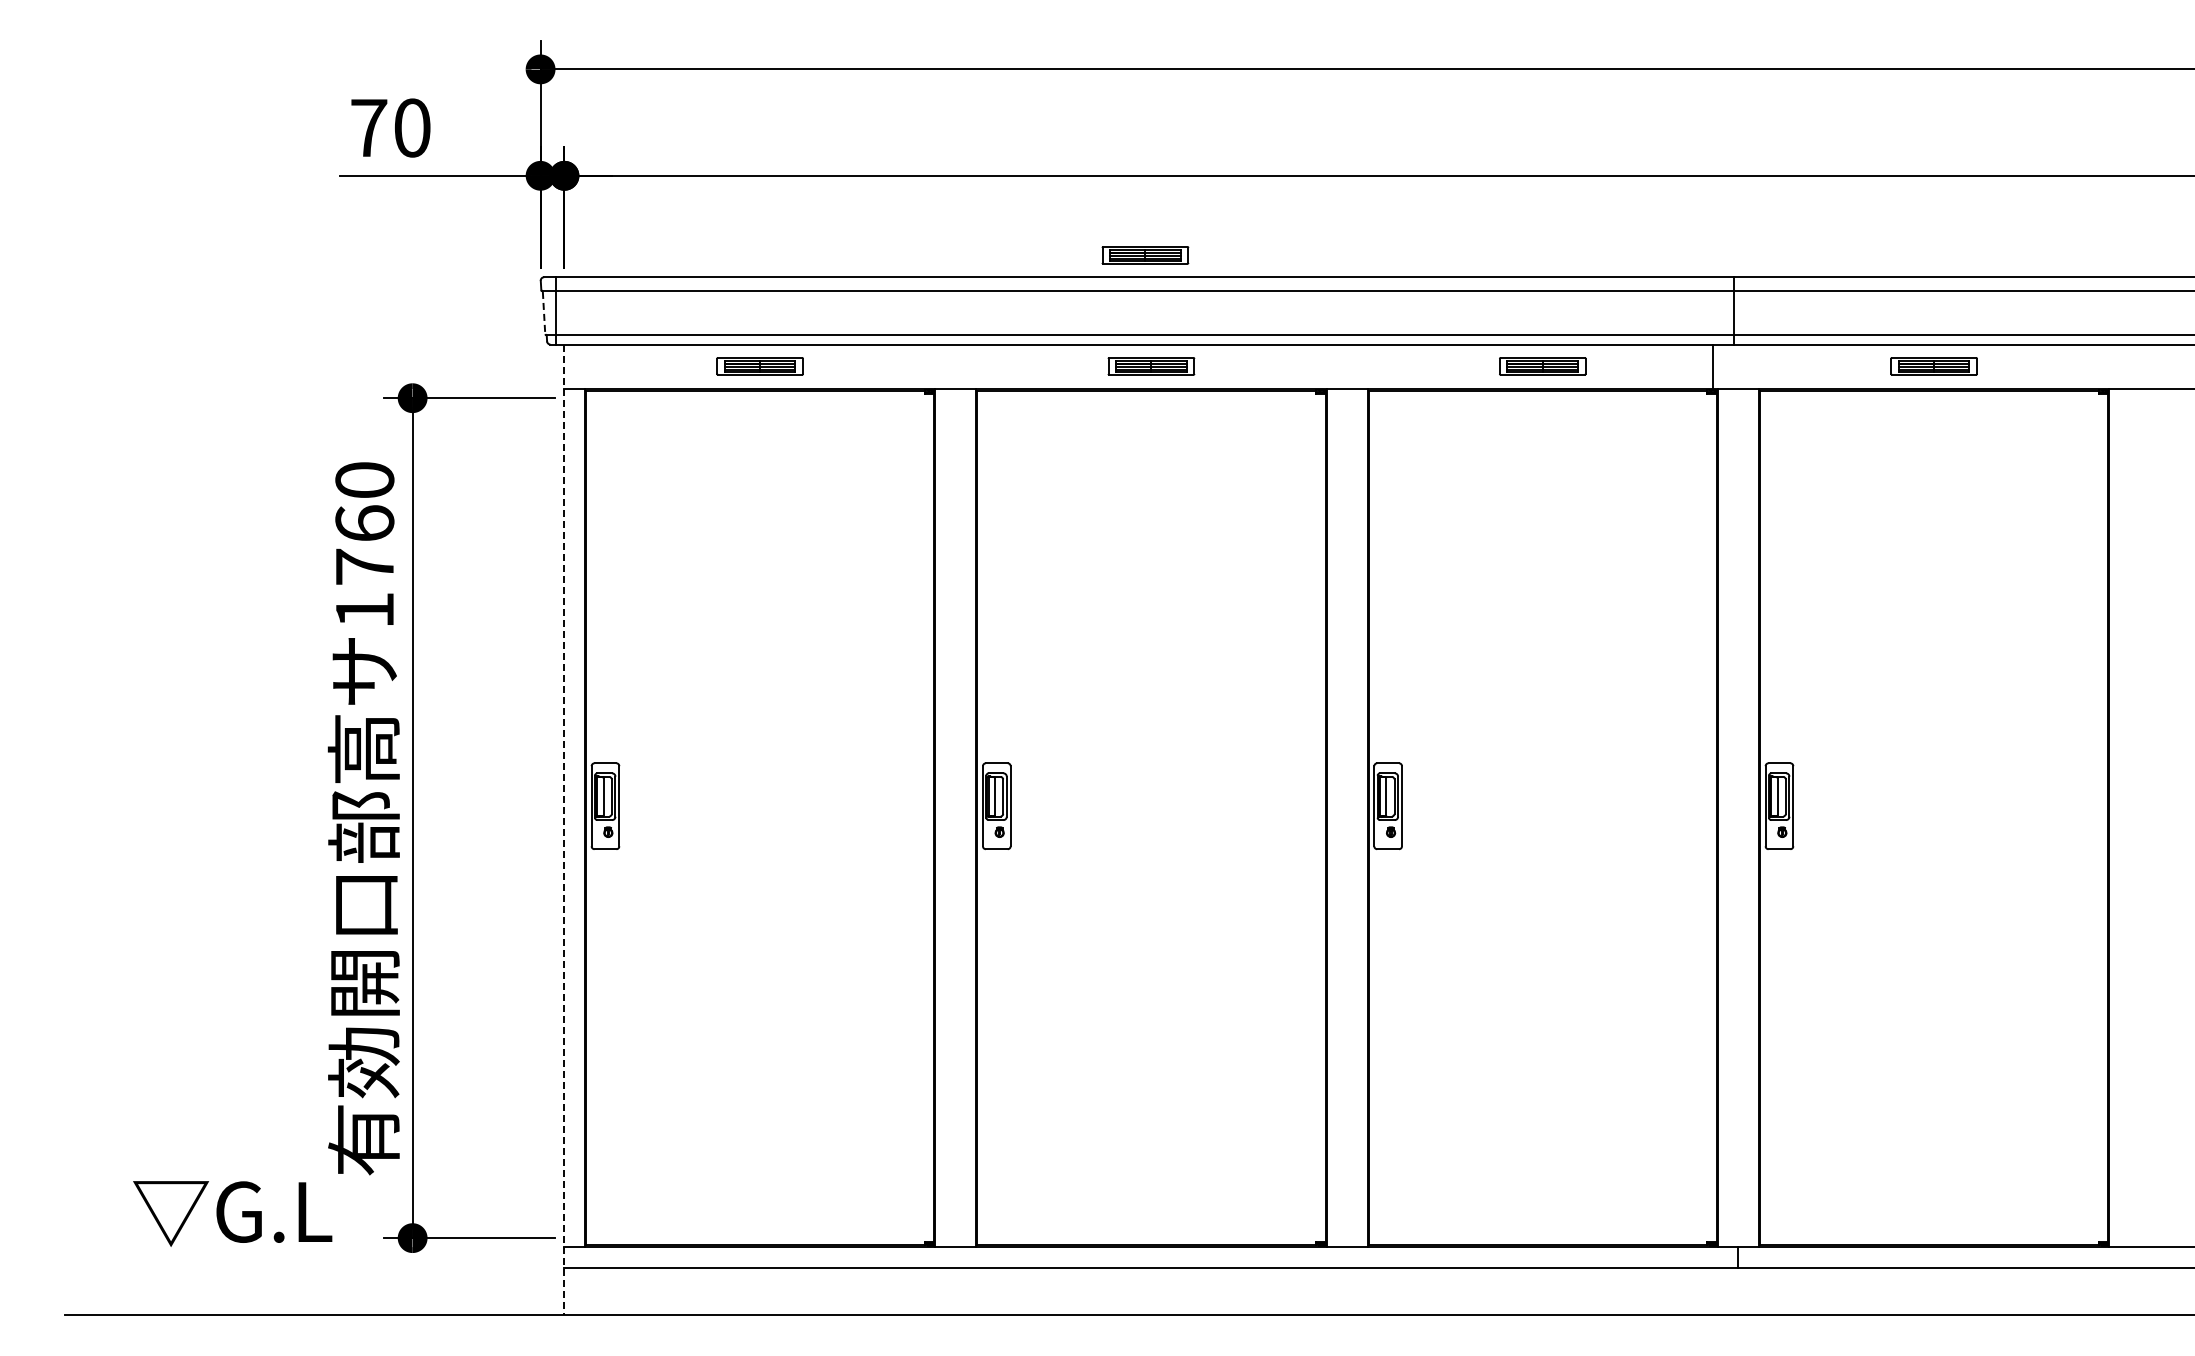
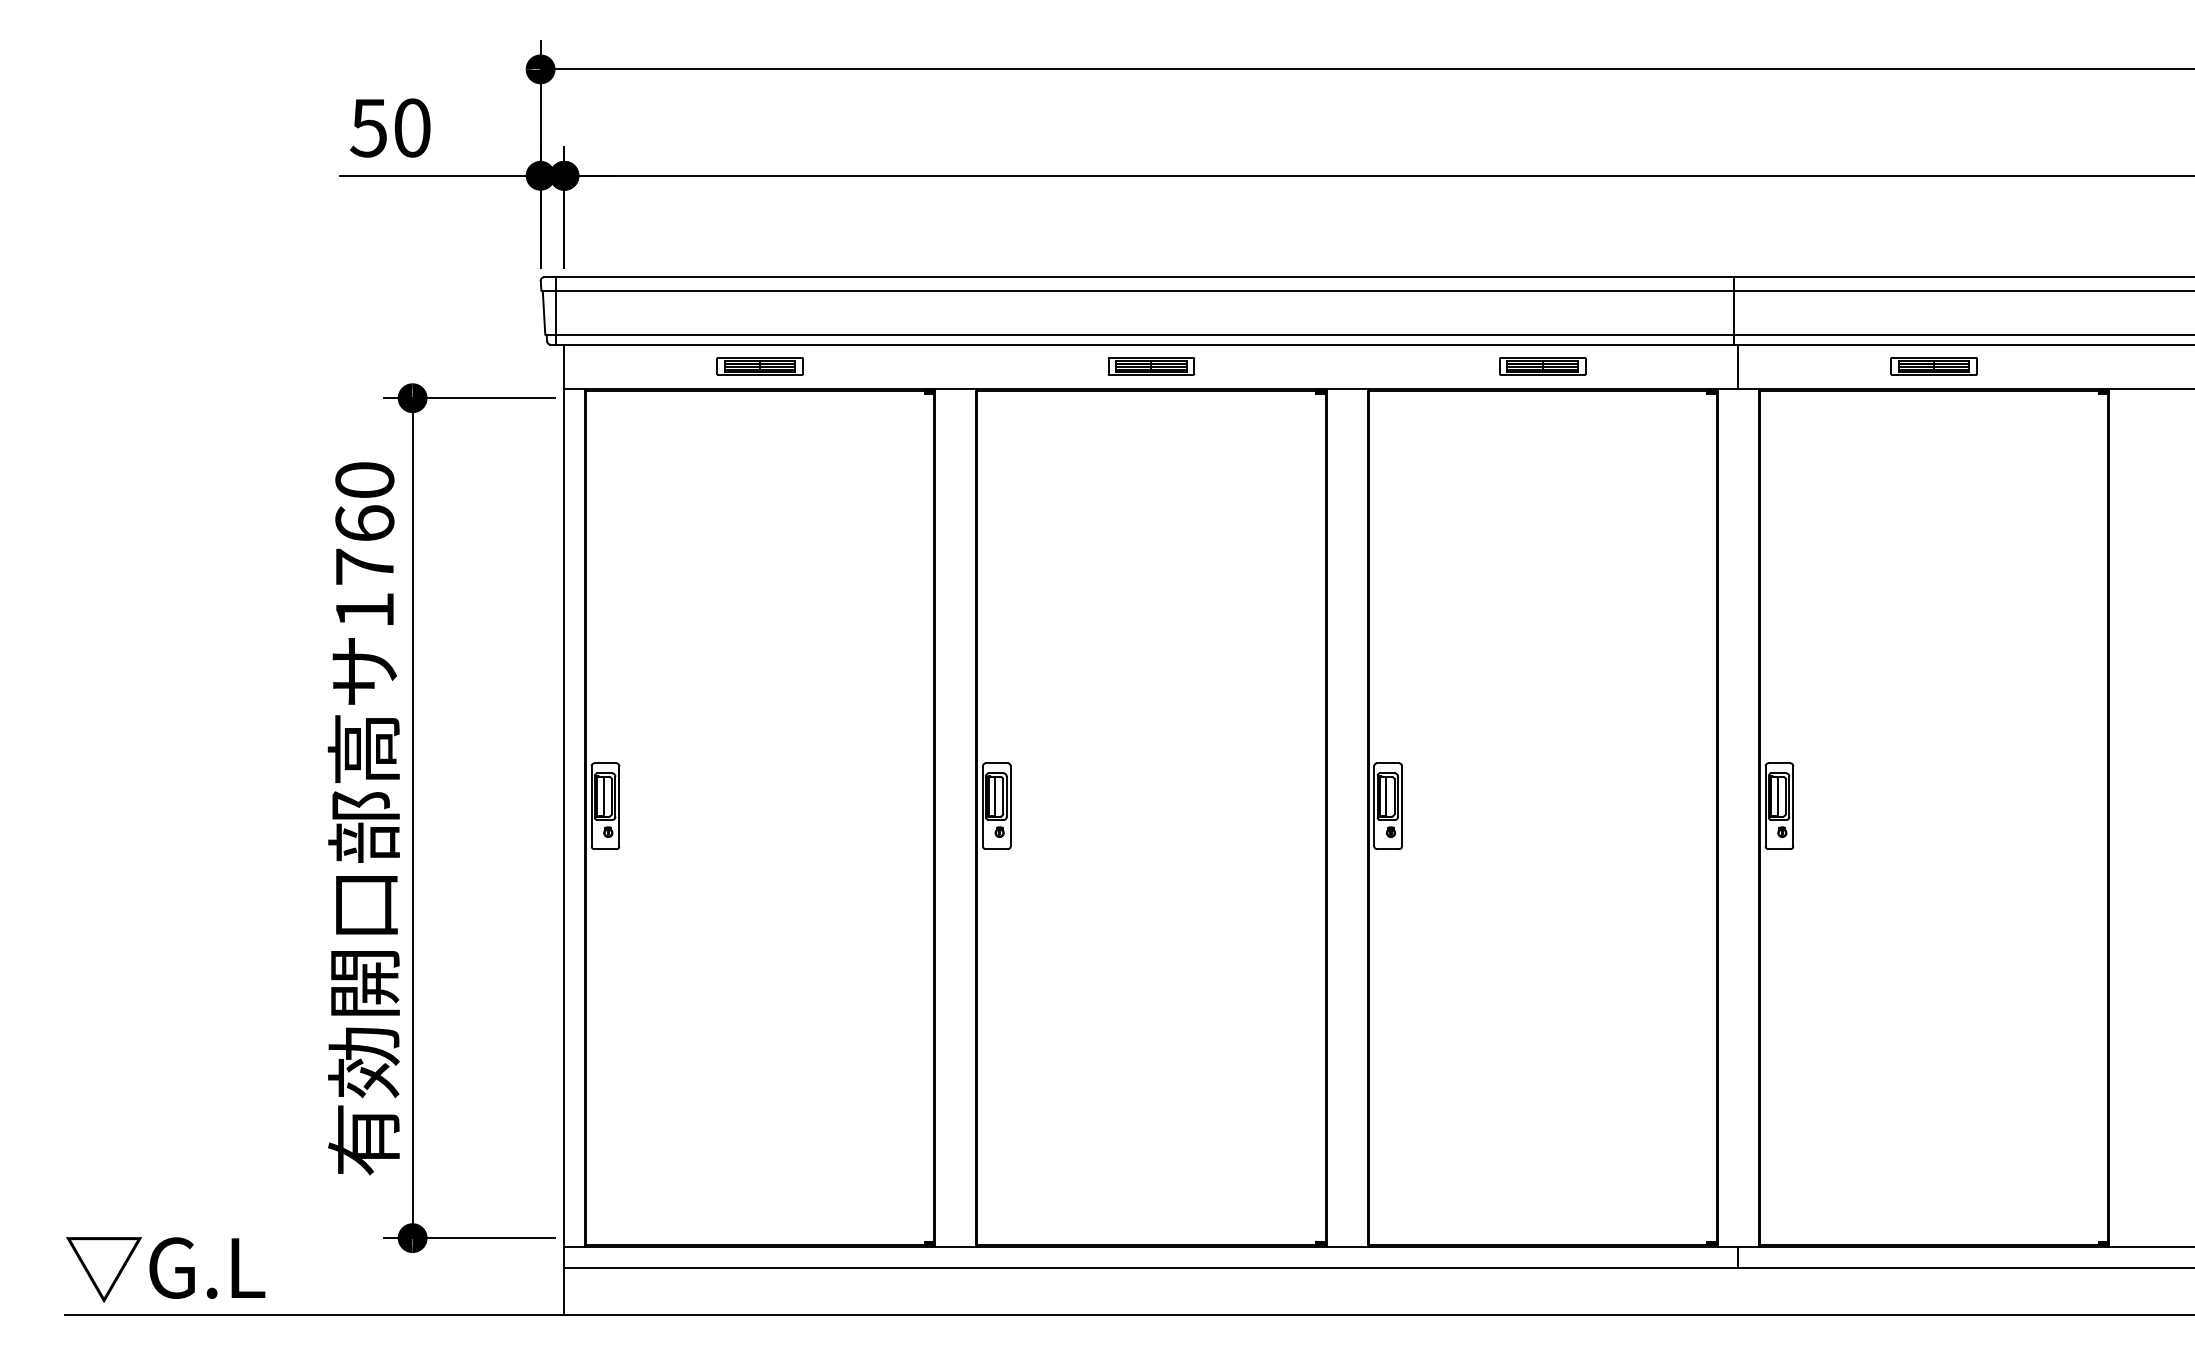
text at (368, 128): 70 -> 50
part at (1145, 255): present -> none
line at (544, 313): dashed -> solid
line at (1713, 366) position: (1713, 366) -> (1738, 366)
line at (564, 830): dashed -> solid
text at (232, 1213) position: (232, 1213) -> (165, 1269)
